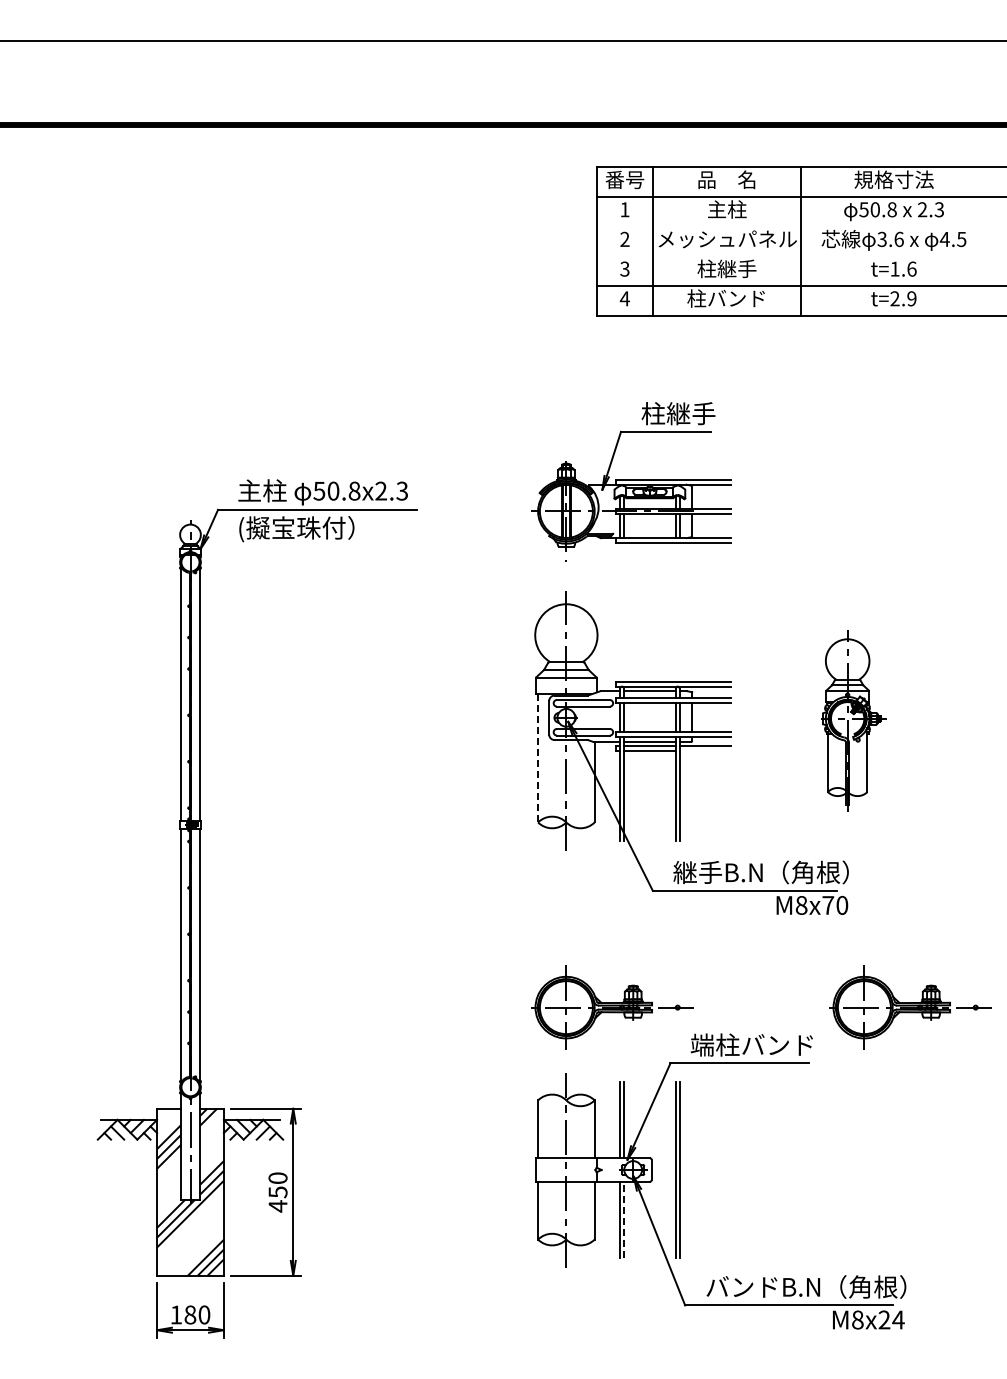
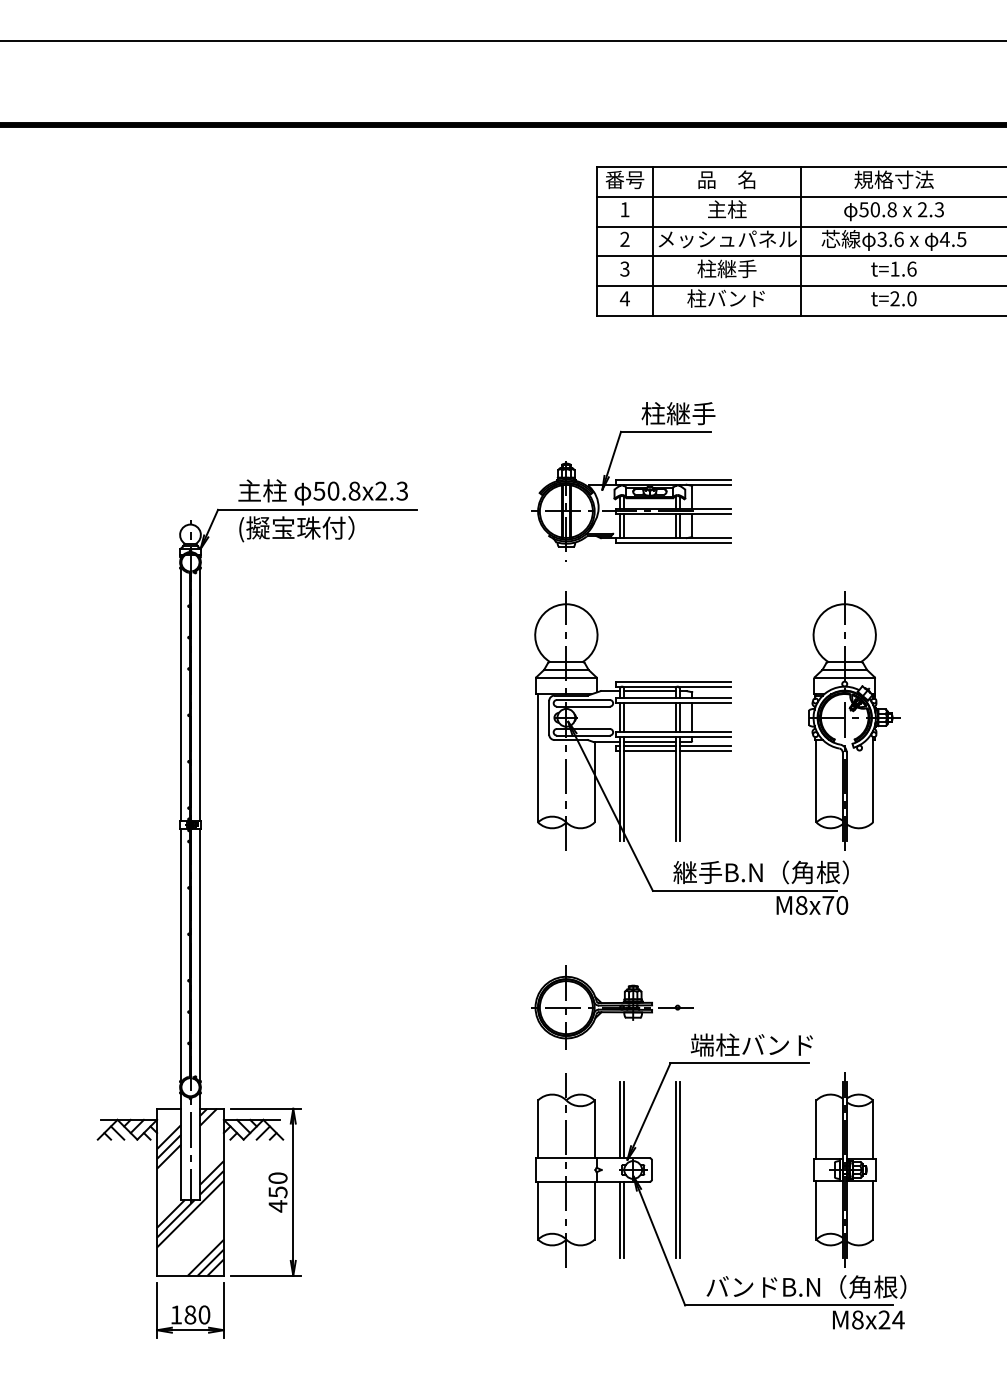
line at (800, 226): none -> present
line at (800, 256): none -> present
text at (911, 298): t=2.9 -> t=2.0
part at (853, 720) size: 66x182 px -> 93x260 px
line at (705, 750): none -> present
line at (538, 758): dashed -> solid
part at (910, 1007): present -> none
part at (844, 1169): none -> present
line at (624, 1219): dashed -> solid
